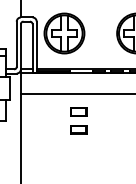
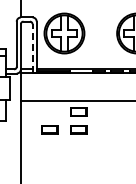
line at (32, 48): solid -> dashed
line at (76, 93) position: (76, 93) -> (76, 100)
part at (49, 129): none -> present
